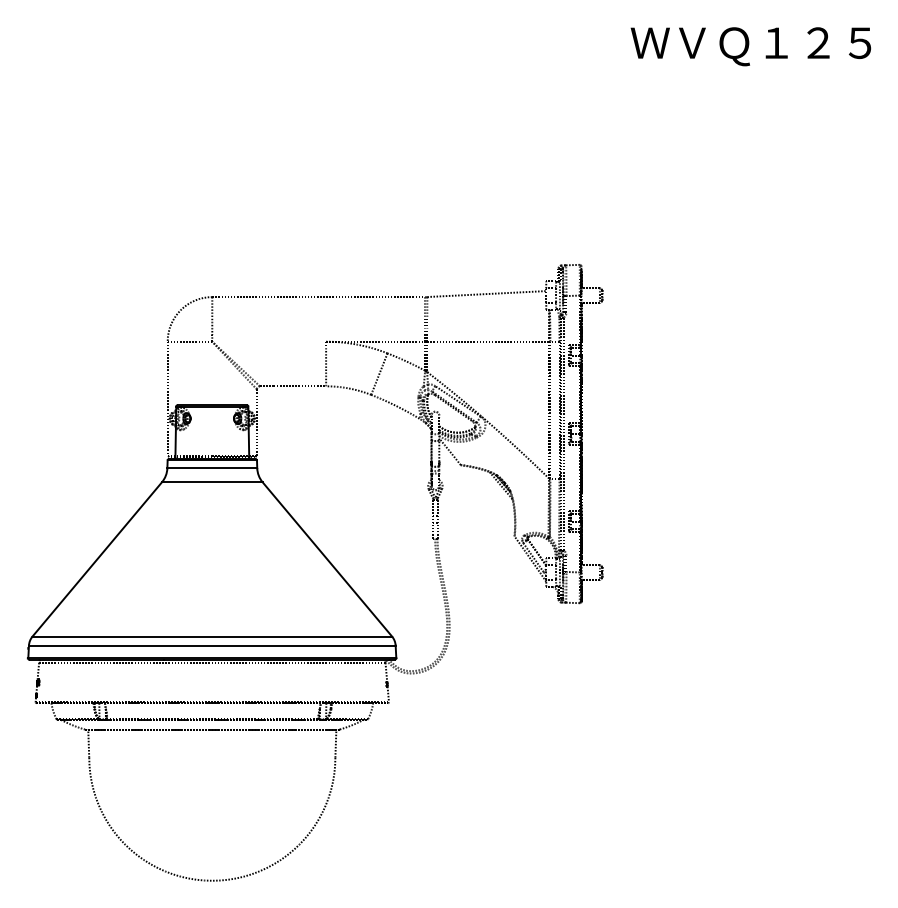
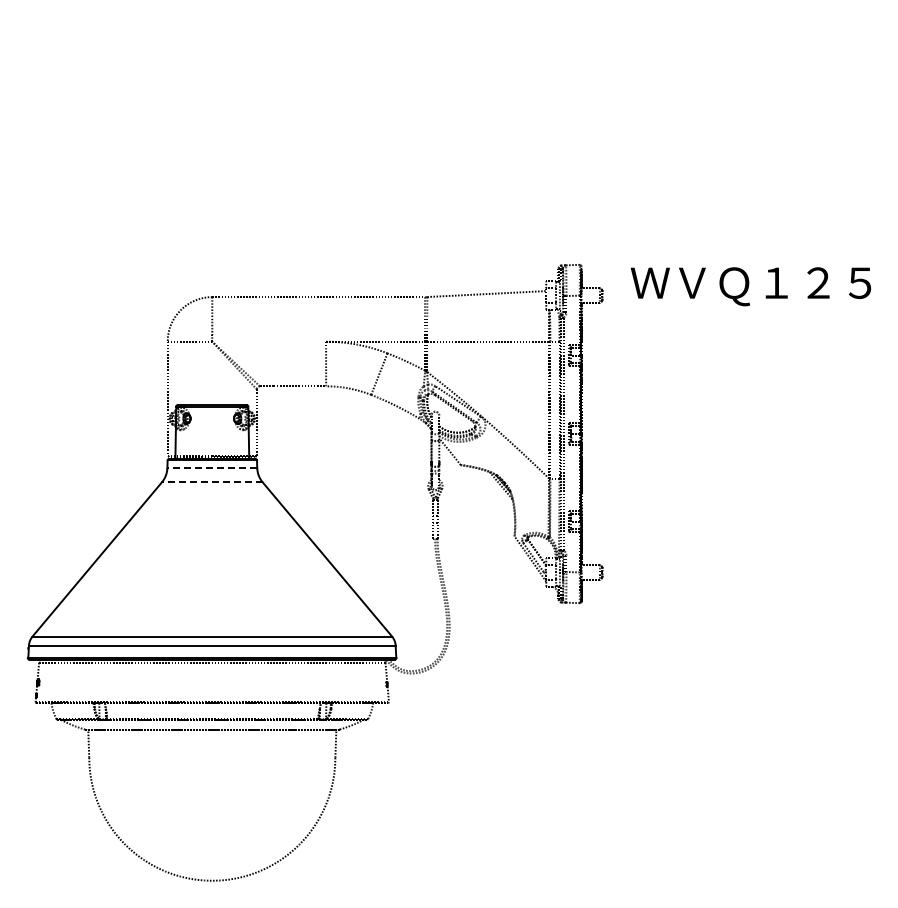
text at (750, 46) position: (750, 46) -> (750, 286)
line at (212, 468): solid -> dashed
line at (211, 482): solid -> dashed
